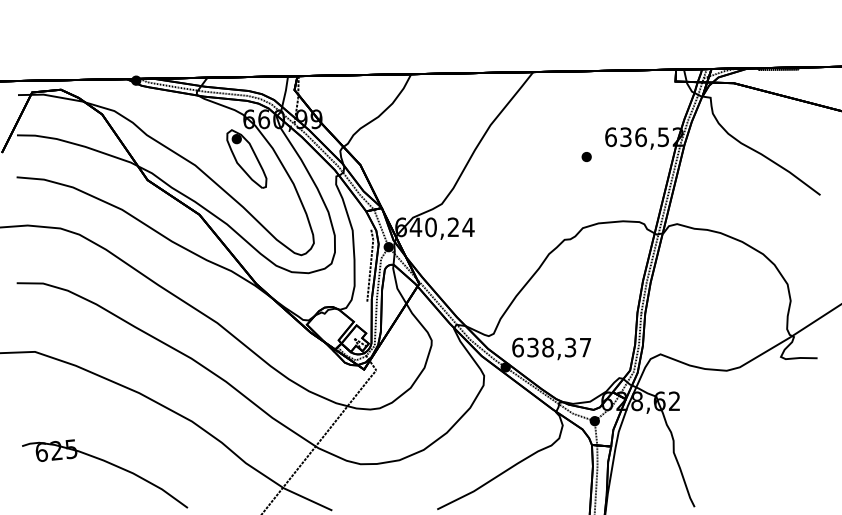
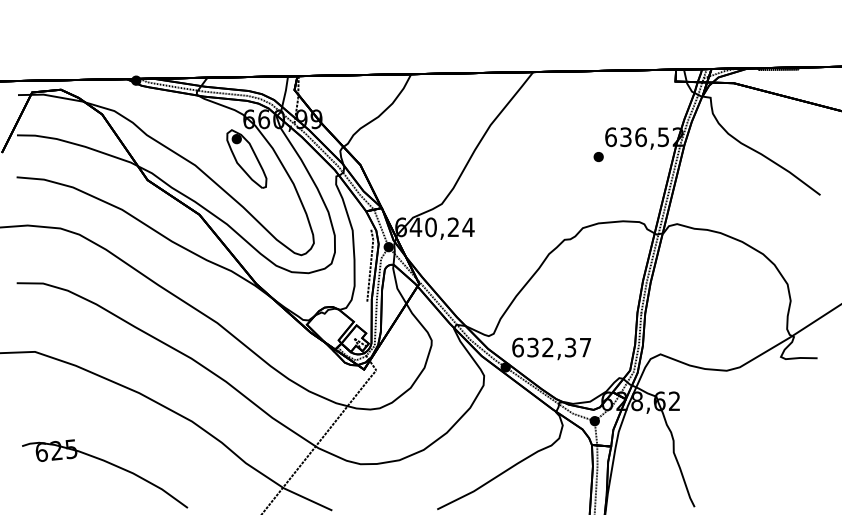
part at (586, 156) position: (586, 156) -> (598, 156)
text at (547, 347): 638,37 -> 632,37
